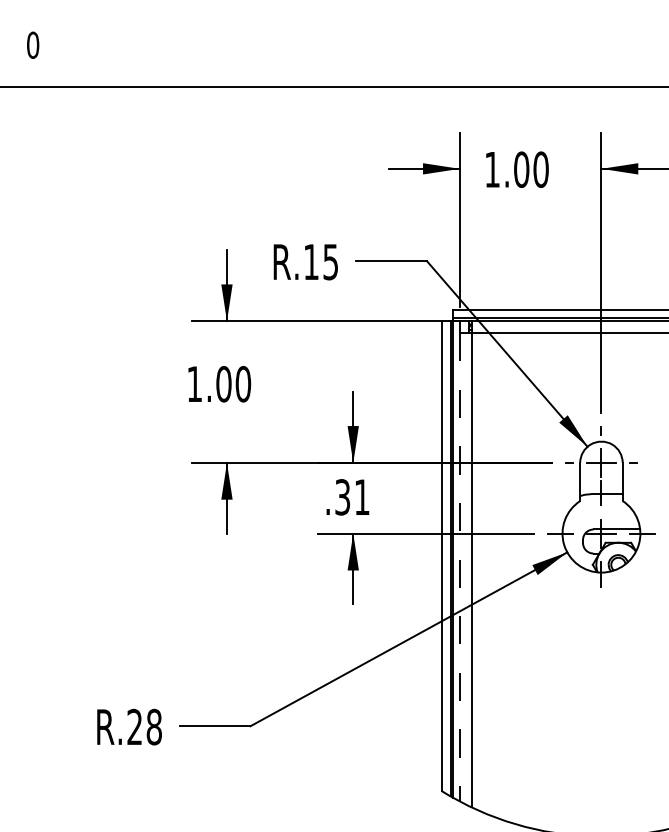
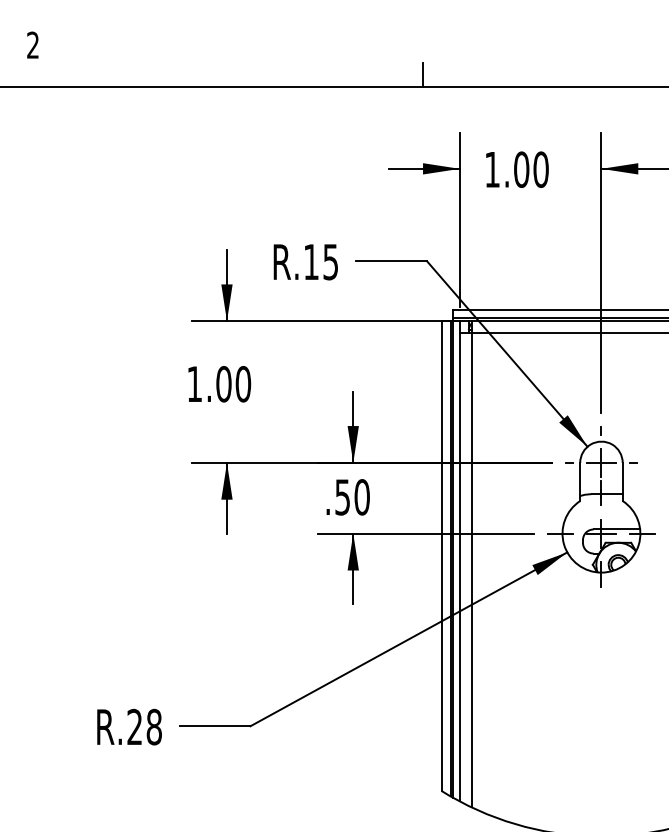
text at (33, 44): 0 -> 2
line at (423, 74): none -> present
text at (352, 497): .31 -> .50
line at (459, 567): dashed -> solid
